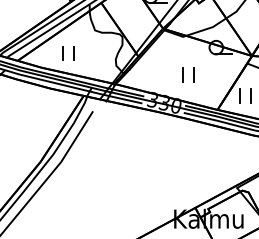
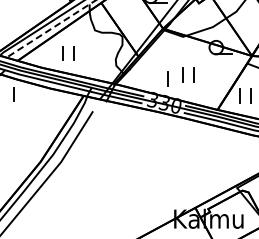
line at (52, 28): solid -> dashed
line at (167, 78): none -> present
line at (13, 94): none -> present
